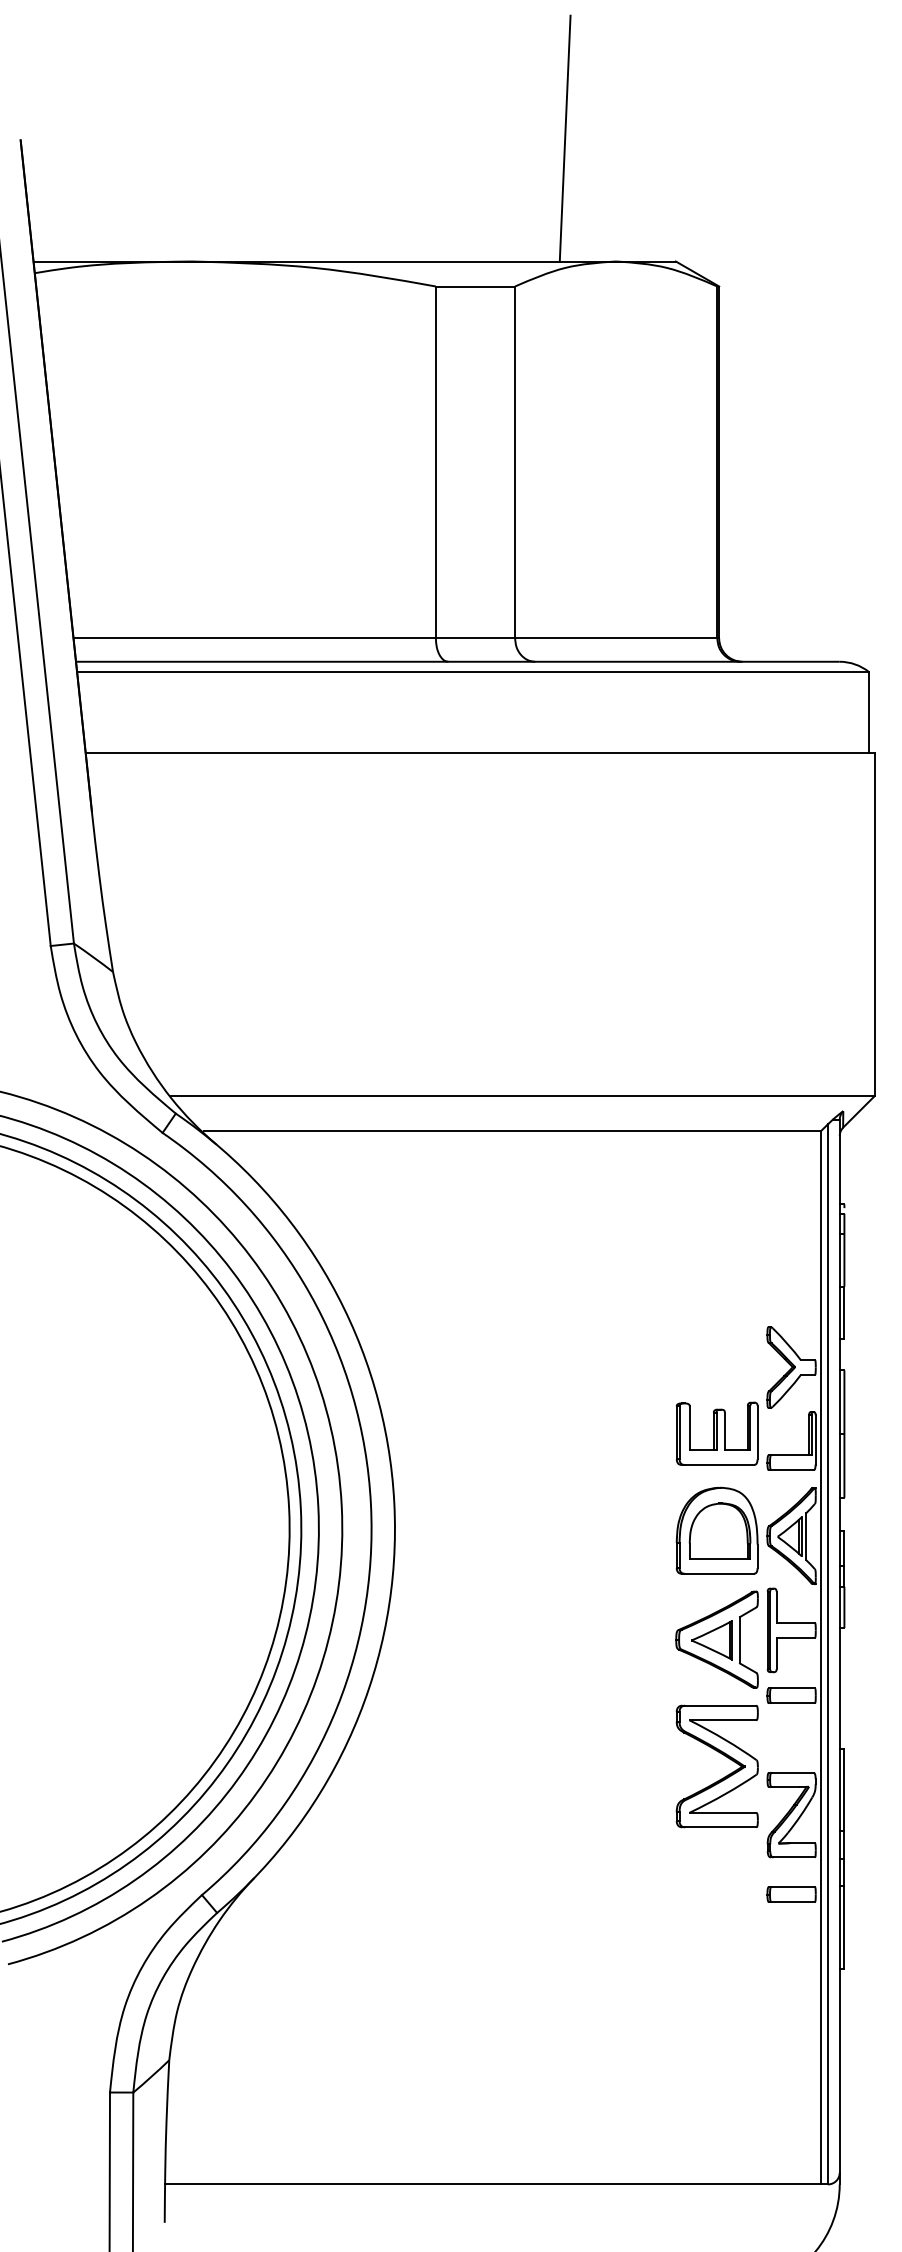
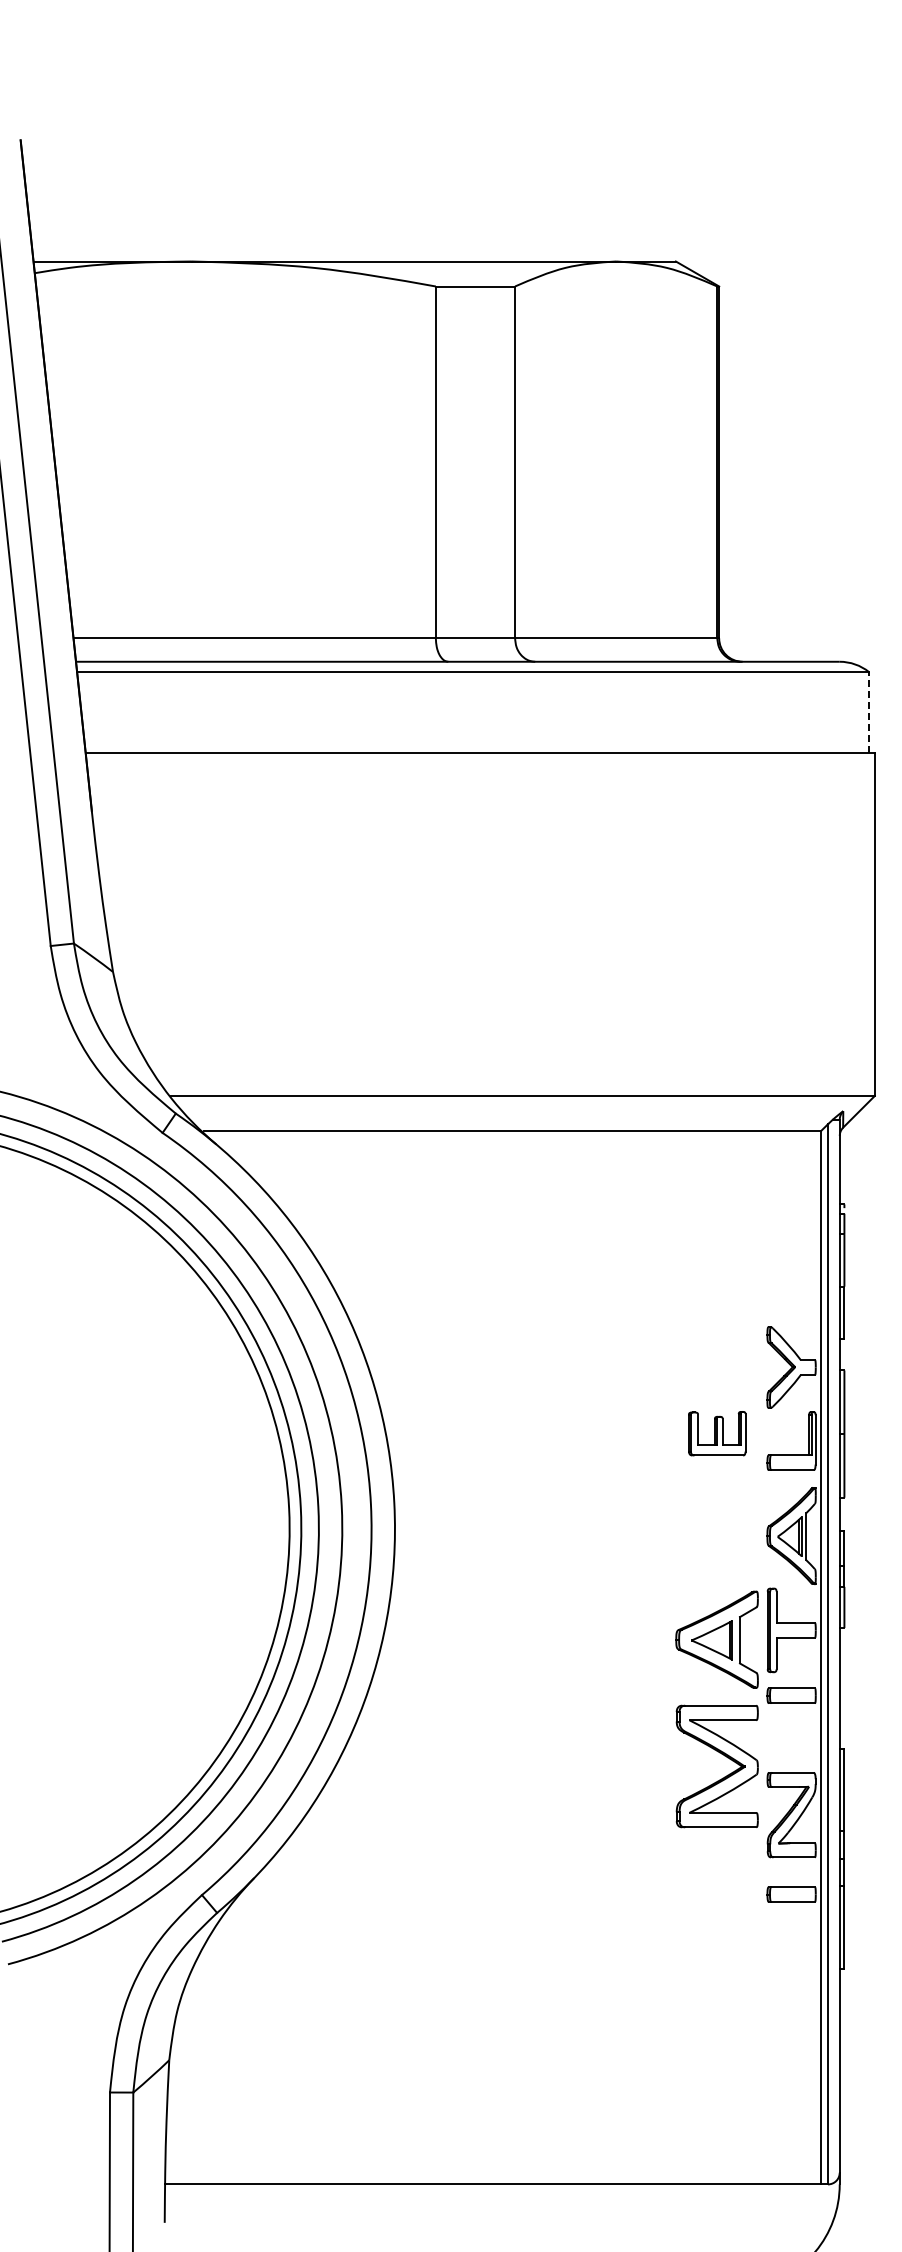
line at (564, 138): present -> none
line at (868, 712): solid -> dashed
part at (717, 1433) size: 83x65 px -> 59x46 px
part at (716, 1530): present -> none
